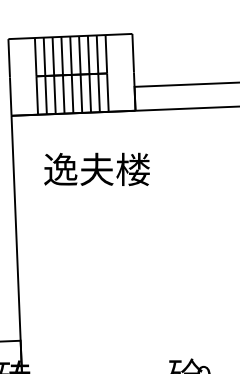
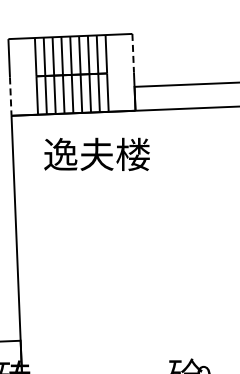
line at (133, 53): solid -> dashed
line at (10, 97): solid -> dashed
text at (96, 168) position: (96, 168) -> (96, 153)
